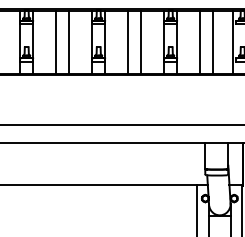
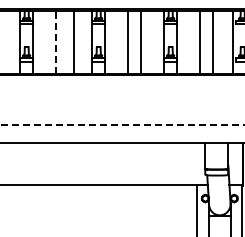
line at (69, 41) position: (69, 41) -> (74, 41)
line at (56, 42): solid -> dashed
line at (122, 124): solid -> dashed
